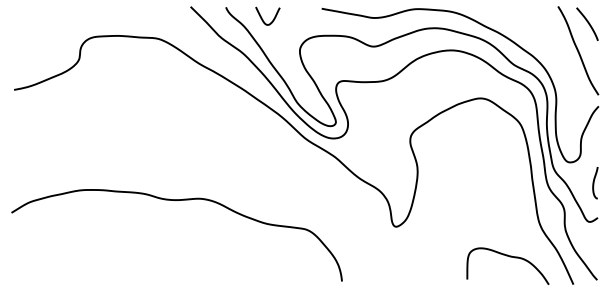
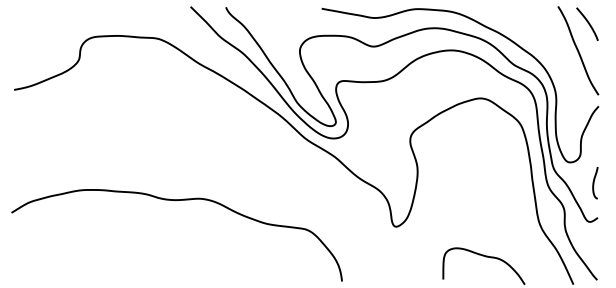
curve at (262, 17): present -> none
curve at (509, 257) position: (509, 257) -> (485, 257)
